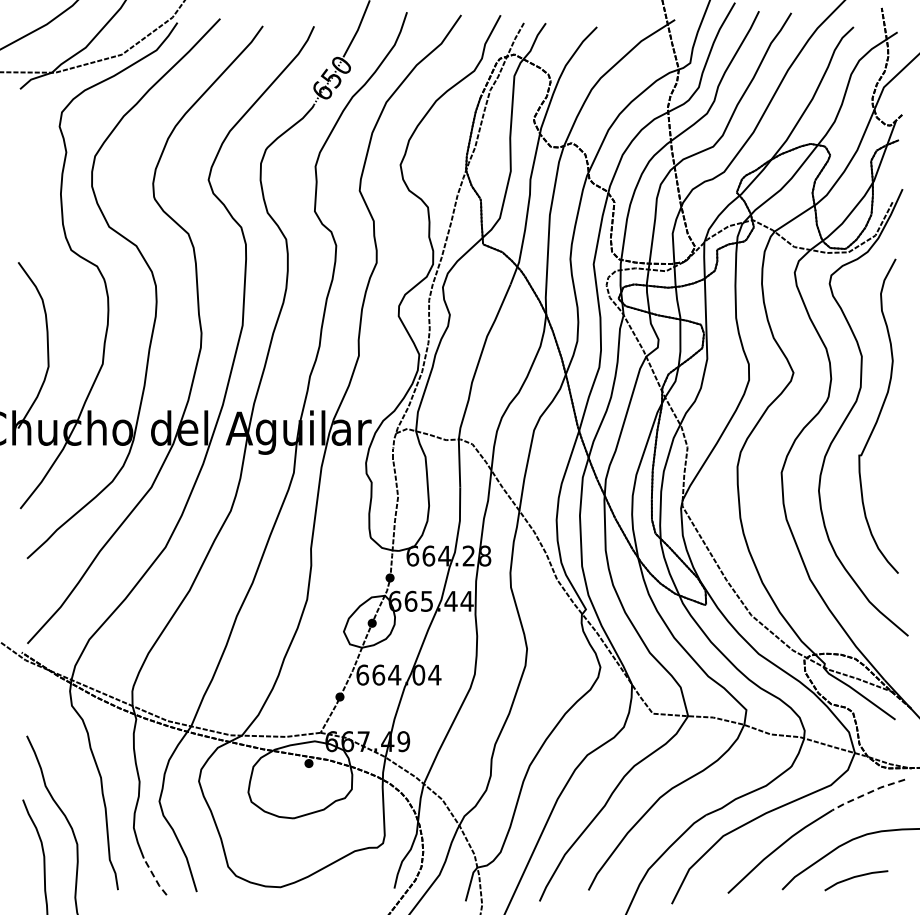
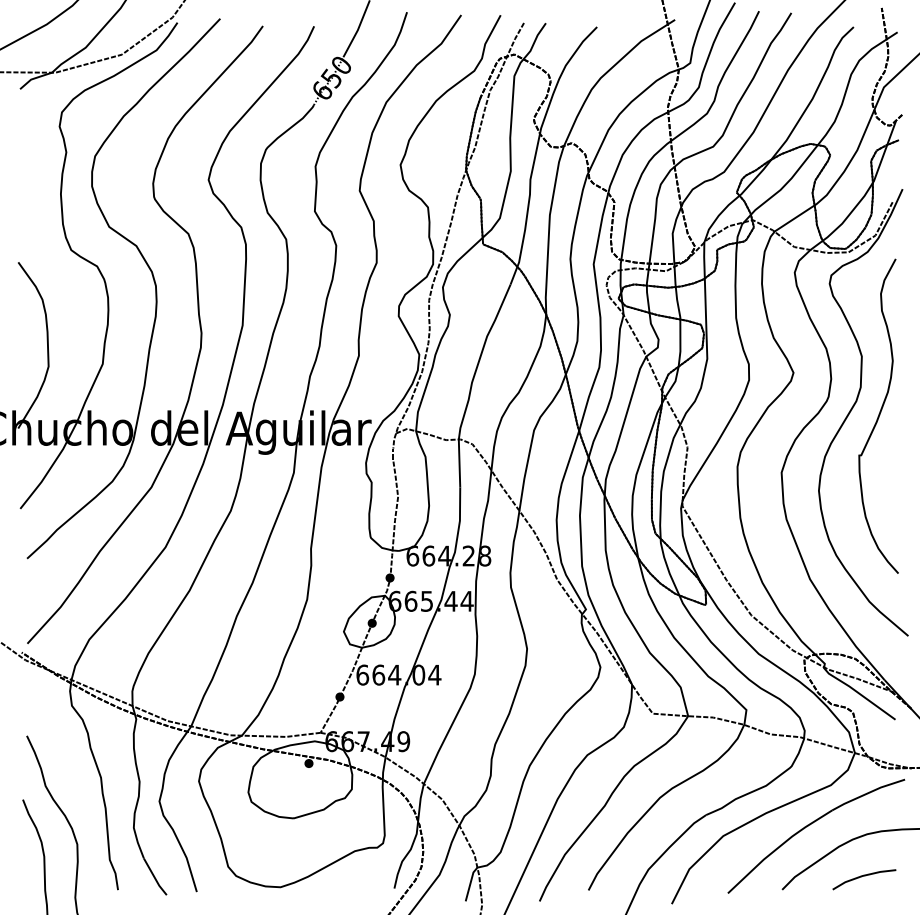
line at (867, 793): dashed -> solid
line at (154, 877): dashed -> solid
line at (856, 877) position: (856, 877) -> (864, 876)
